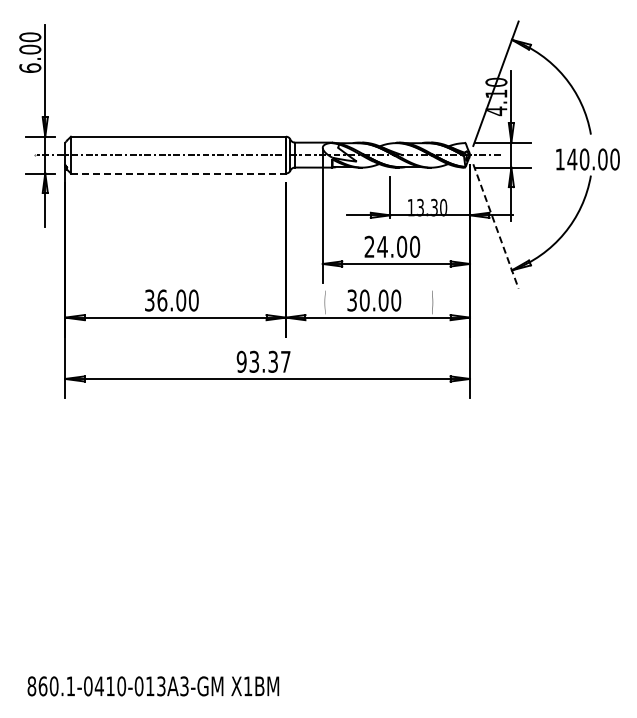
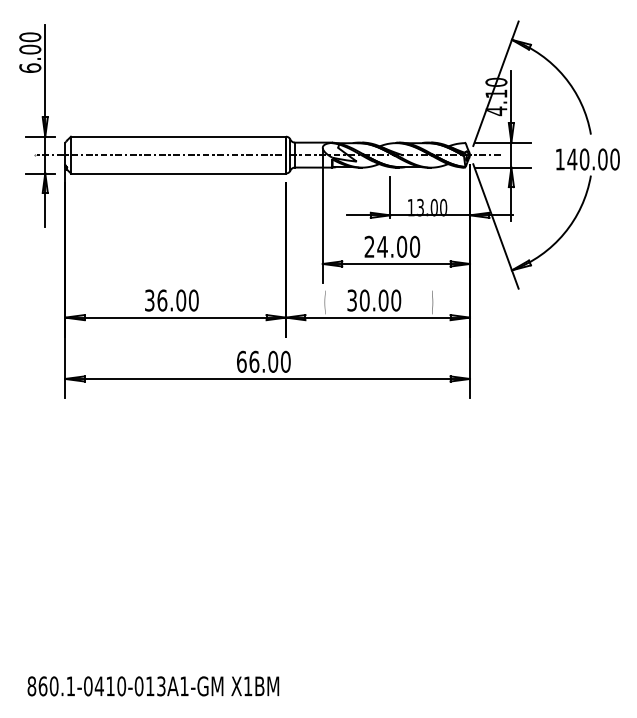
line at (178, 173): dashed -> solid
text at (433, 207): 13.30 -> 13.00
line at (496, 226): dashed -> solid
text at (263, 361): 93.37 -> 66.00
text at (184, 686): 860.1-0410-013A3-GM -> 860.1-0410-013A1-GM
